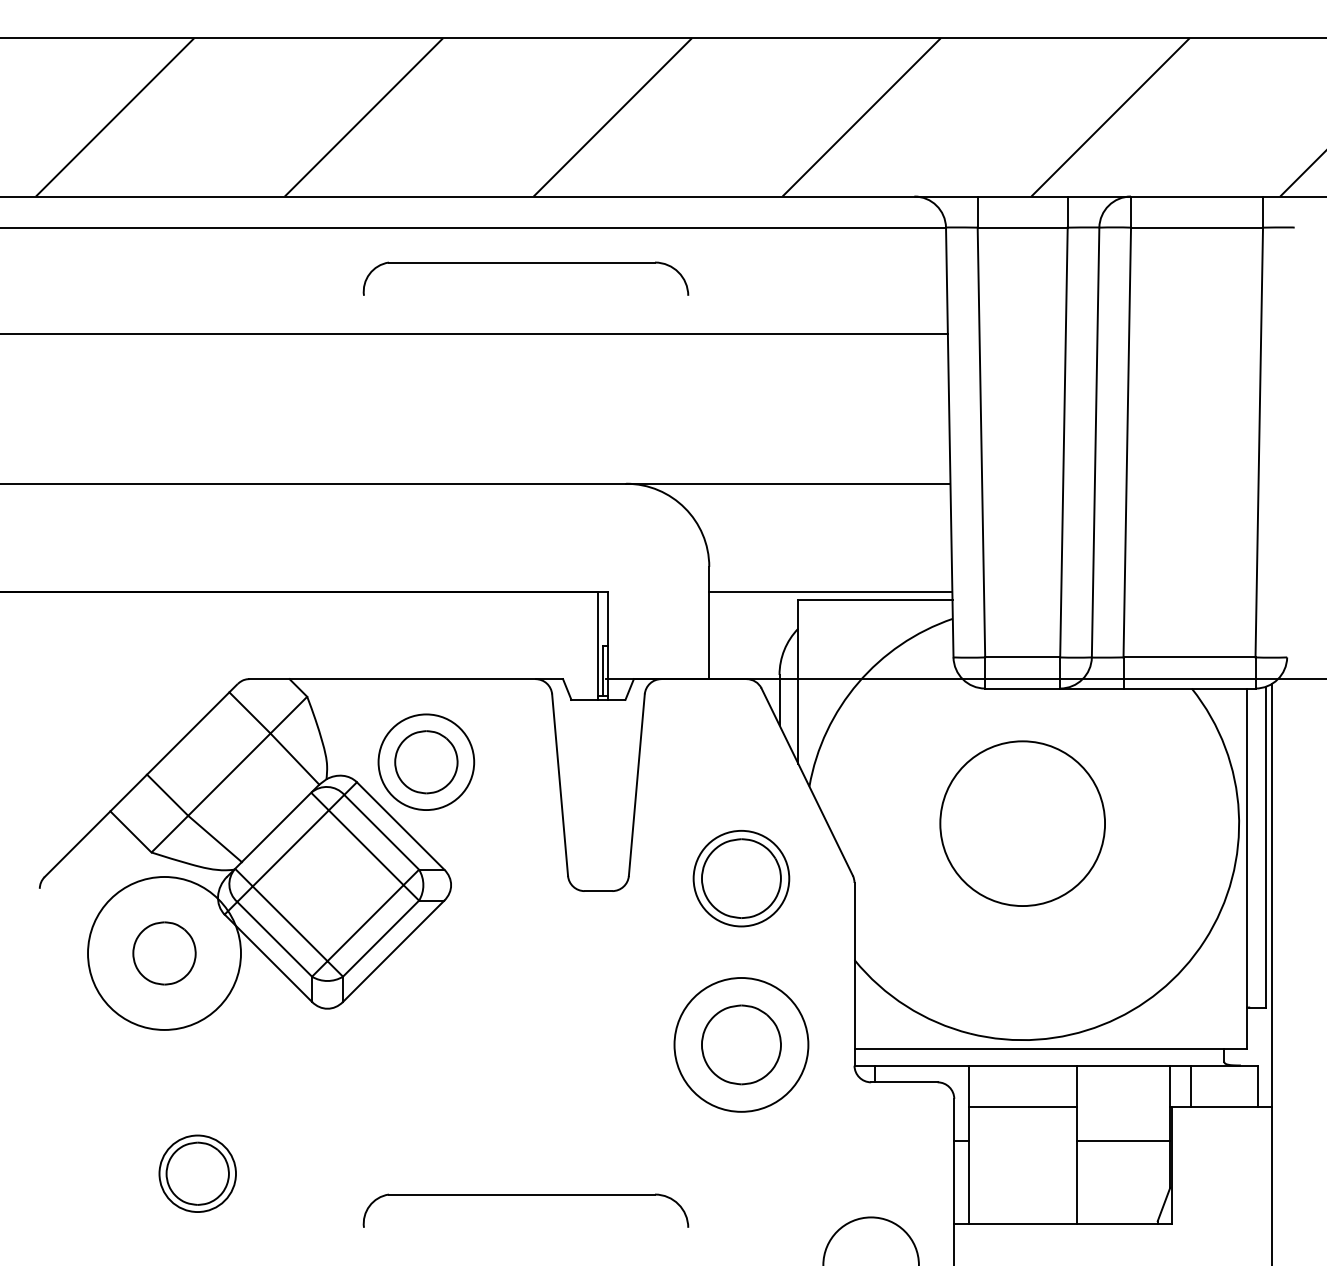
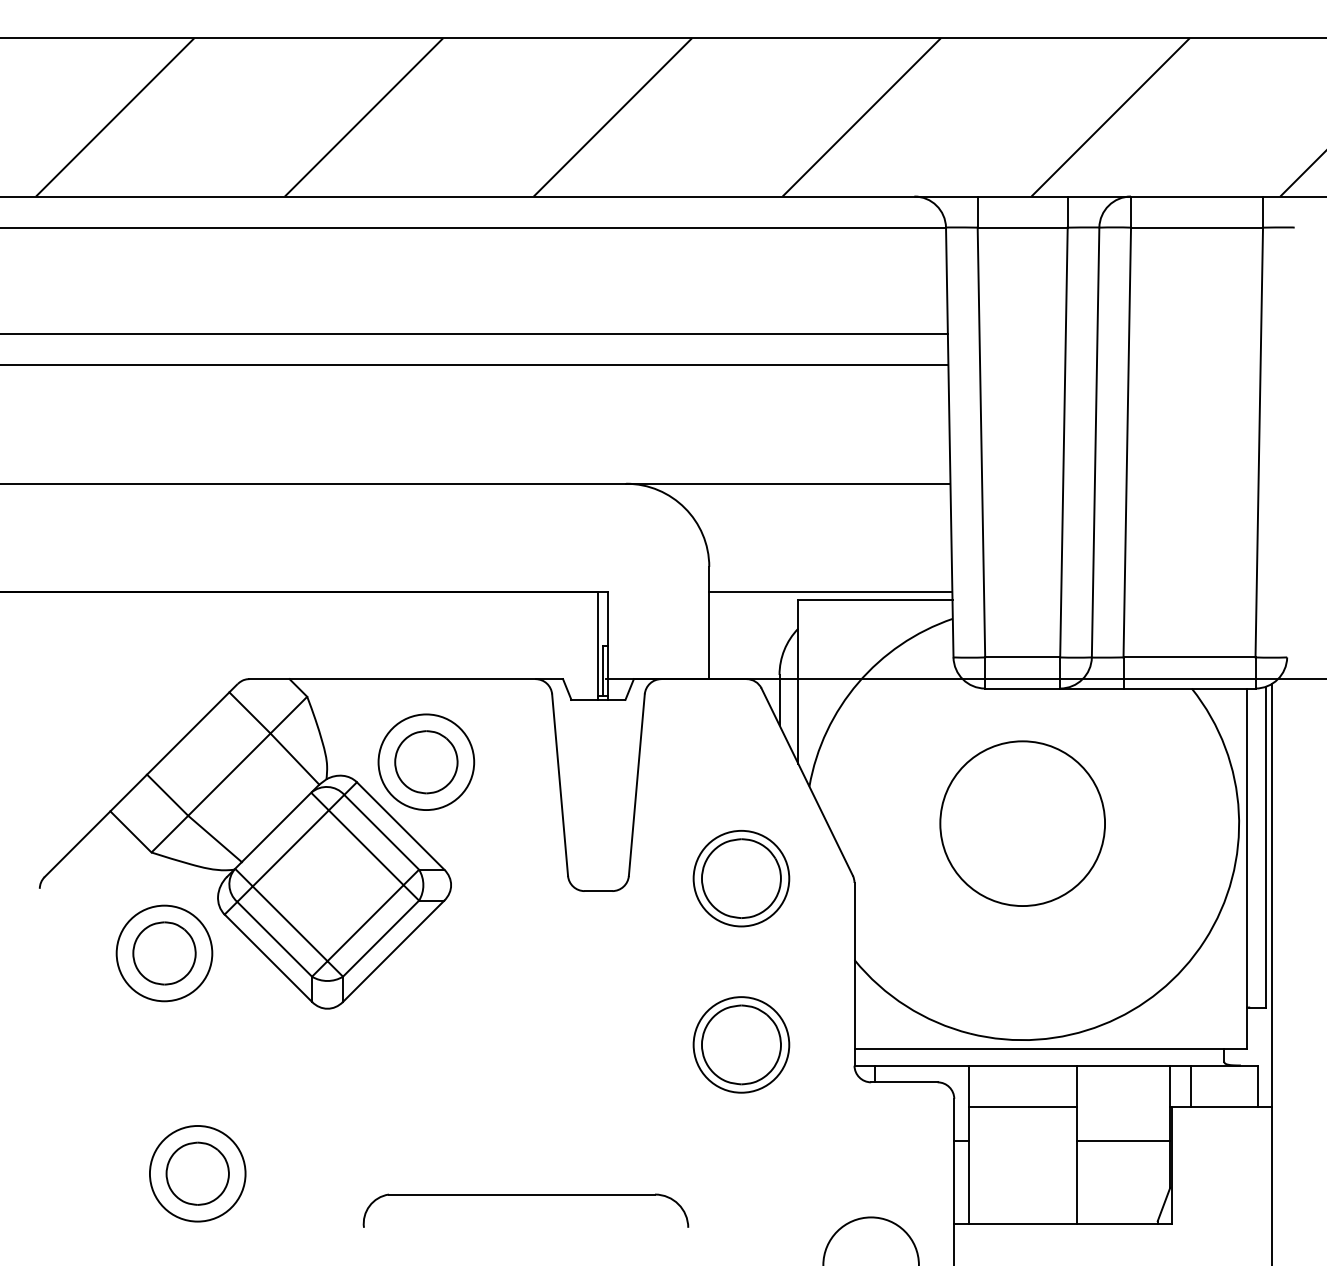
part at (525, 263): present -> none
line at (475, 365): none -> present
circle at (164, 952) diameter: 153 px -> 96 px
circle at (741, 1044) diameter: 134 px -> 96 px
circle at (197, 1173) diameter: 76 px -> 96 px
